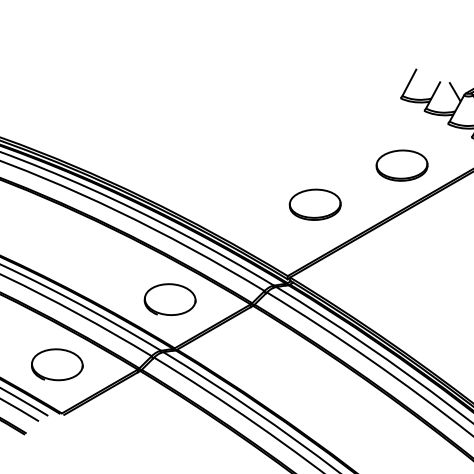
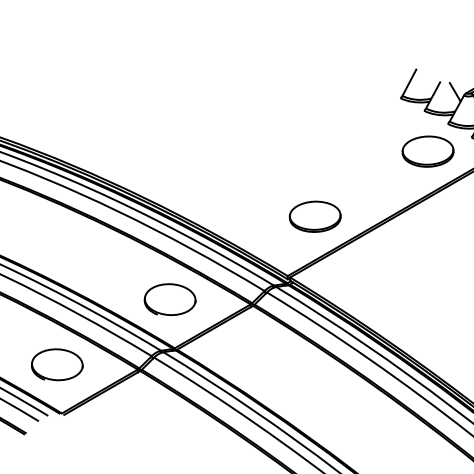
part at (401, 165) position: (401, 165) -> (427, 151)
part at (314, 204) position: (314, 204) -> (314, 216)
